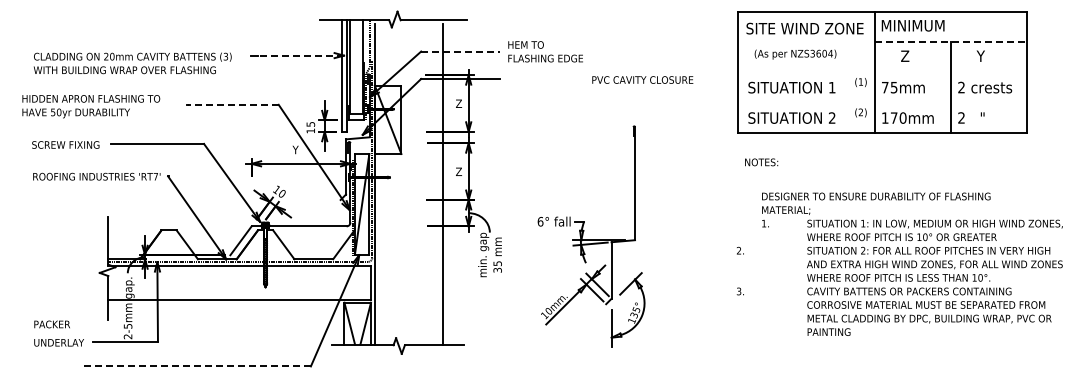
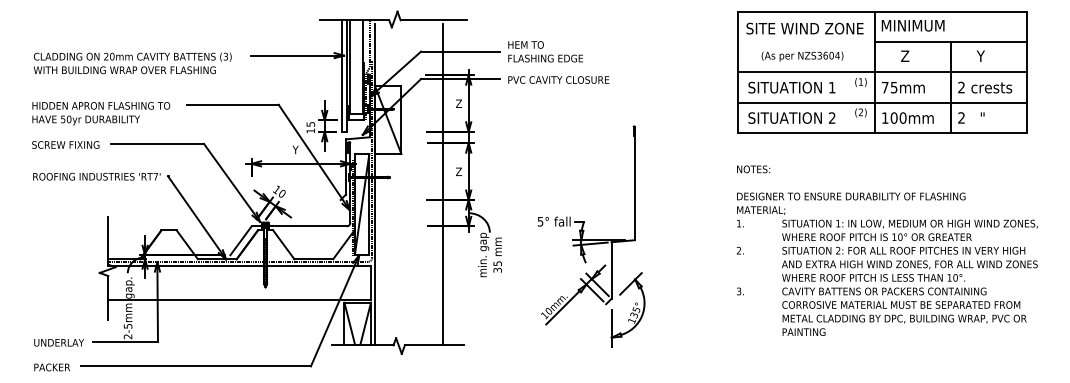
line at (950, 41): dashed -> solid
line at (460, 51): dashed -> solid
text at (795, 54) position: (795, 54) -> (802, 56)
line at (300, 55): dashed -> solid
line at (882, 72): none -> present
text at (642, 79) position: (642, 79) -> (558, 79)
line at (882, 102): none -> present
line at (233, 104): dashed -> solid
text at (91, 106) position: (91, 106) -> (101, 113)
text at (893, 117): 170mm -> 100mm
text at (761, 162) position: (761, 162) -> (753, 169)
text at (540, 221): 6° -> 5°
text at (912, 263) position: (912, 263) -> (887, 263)
text at (51, 324) position: (51, 324) -> (51, 367)
line at (195, 366): dashed -> solid
